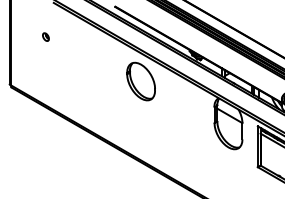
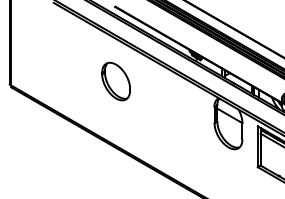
part at (45, 36): present -> none
part at (140, 81) position: (140, 81) -> (115, 81)
